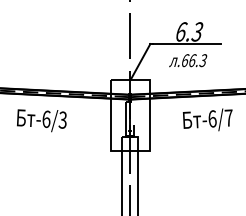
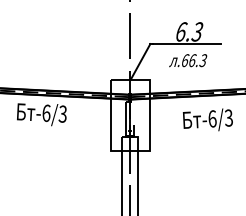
text at (228, 117): -6/7 -> -6/3
text at (41, 120) position: (41, 120) -> (41, 114)
